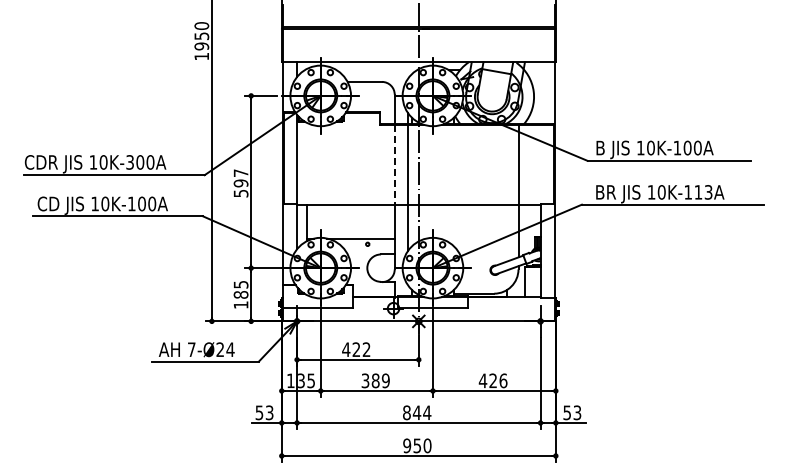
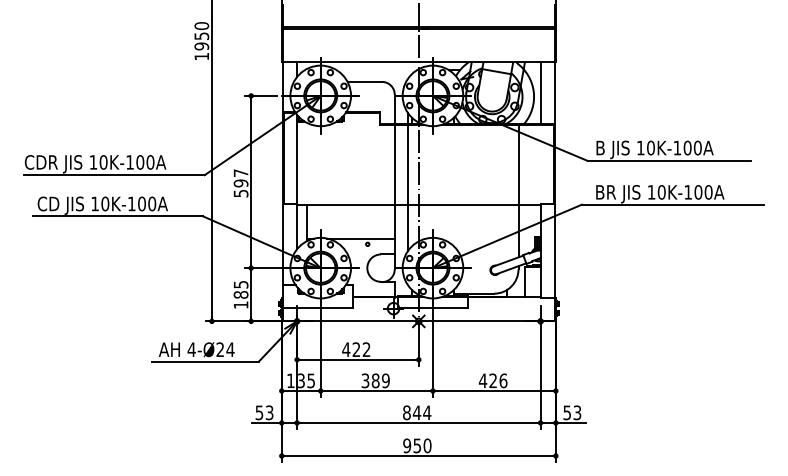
line at (540, 92): none -> present
text at (129, 162): 10K-300A -> 10K-100A
line at (394, 164): dashed -> solid
text at (703, 192): 10K-113A -> 10K-100A
text at (191, 349): 7-Ø24 -> 4-Ø24
